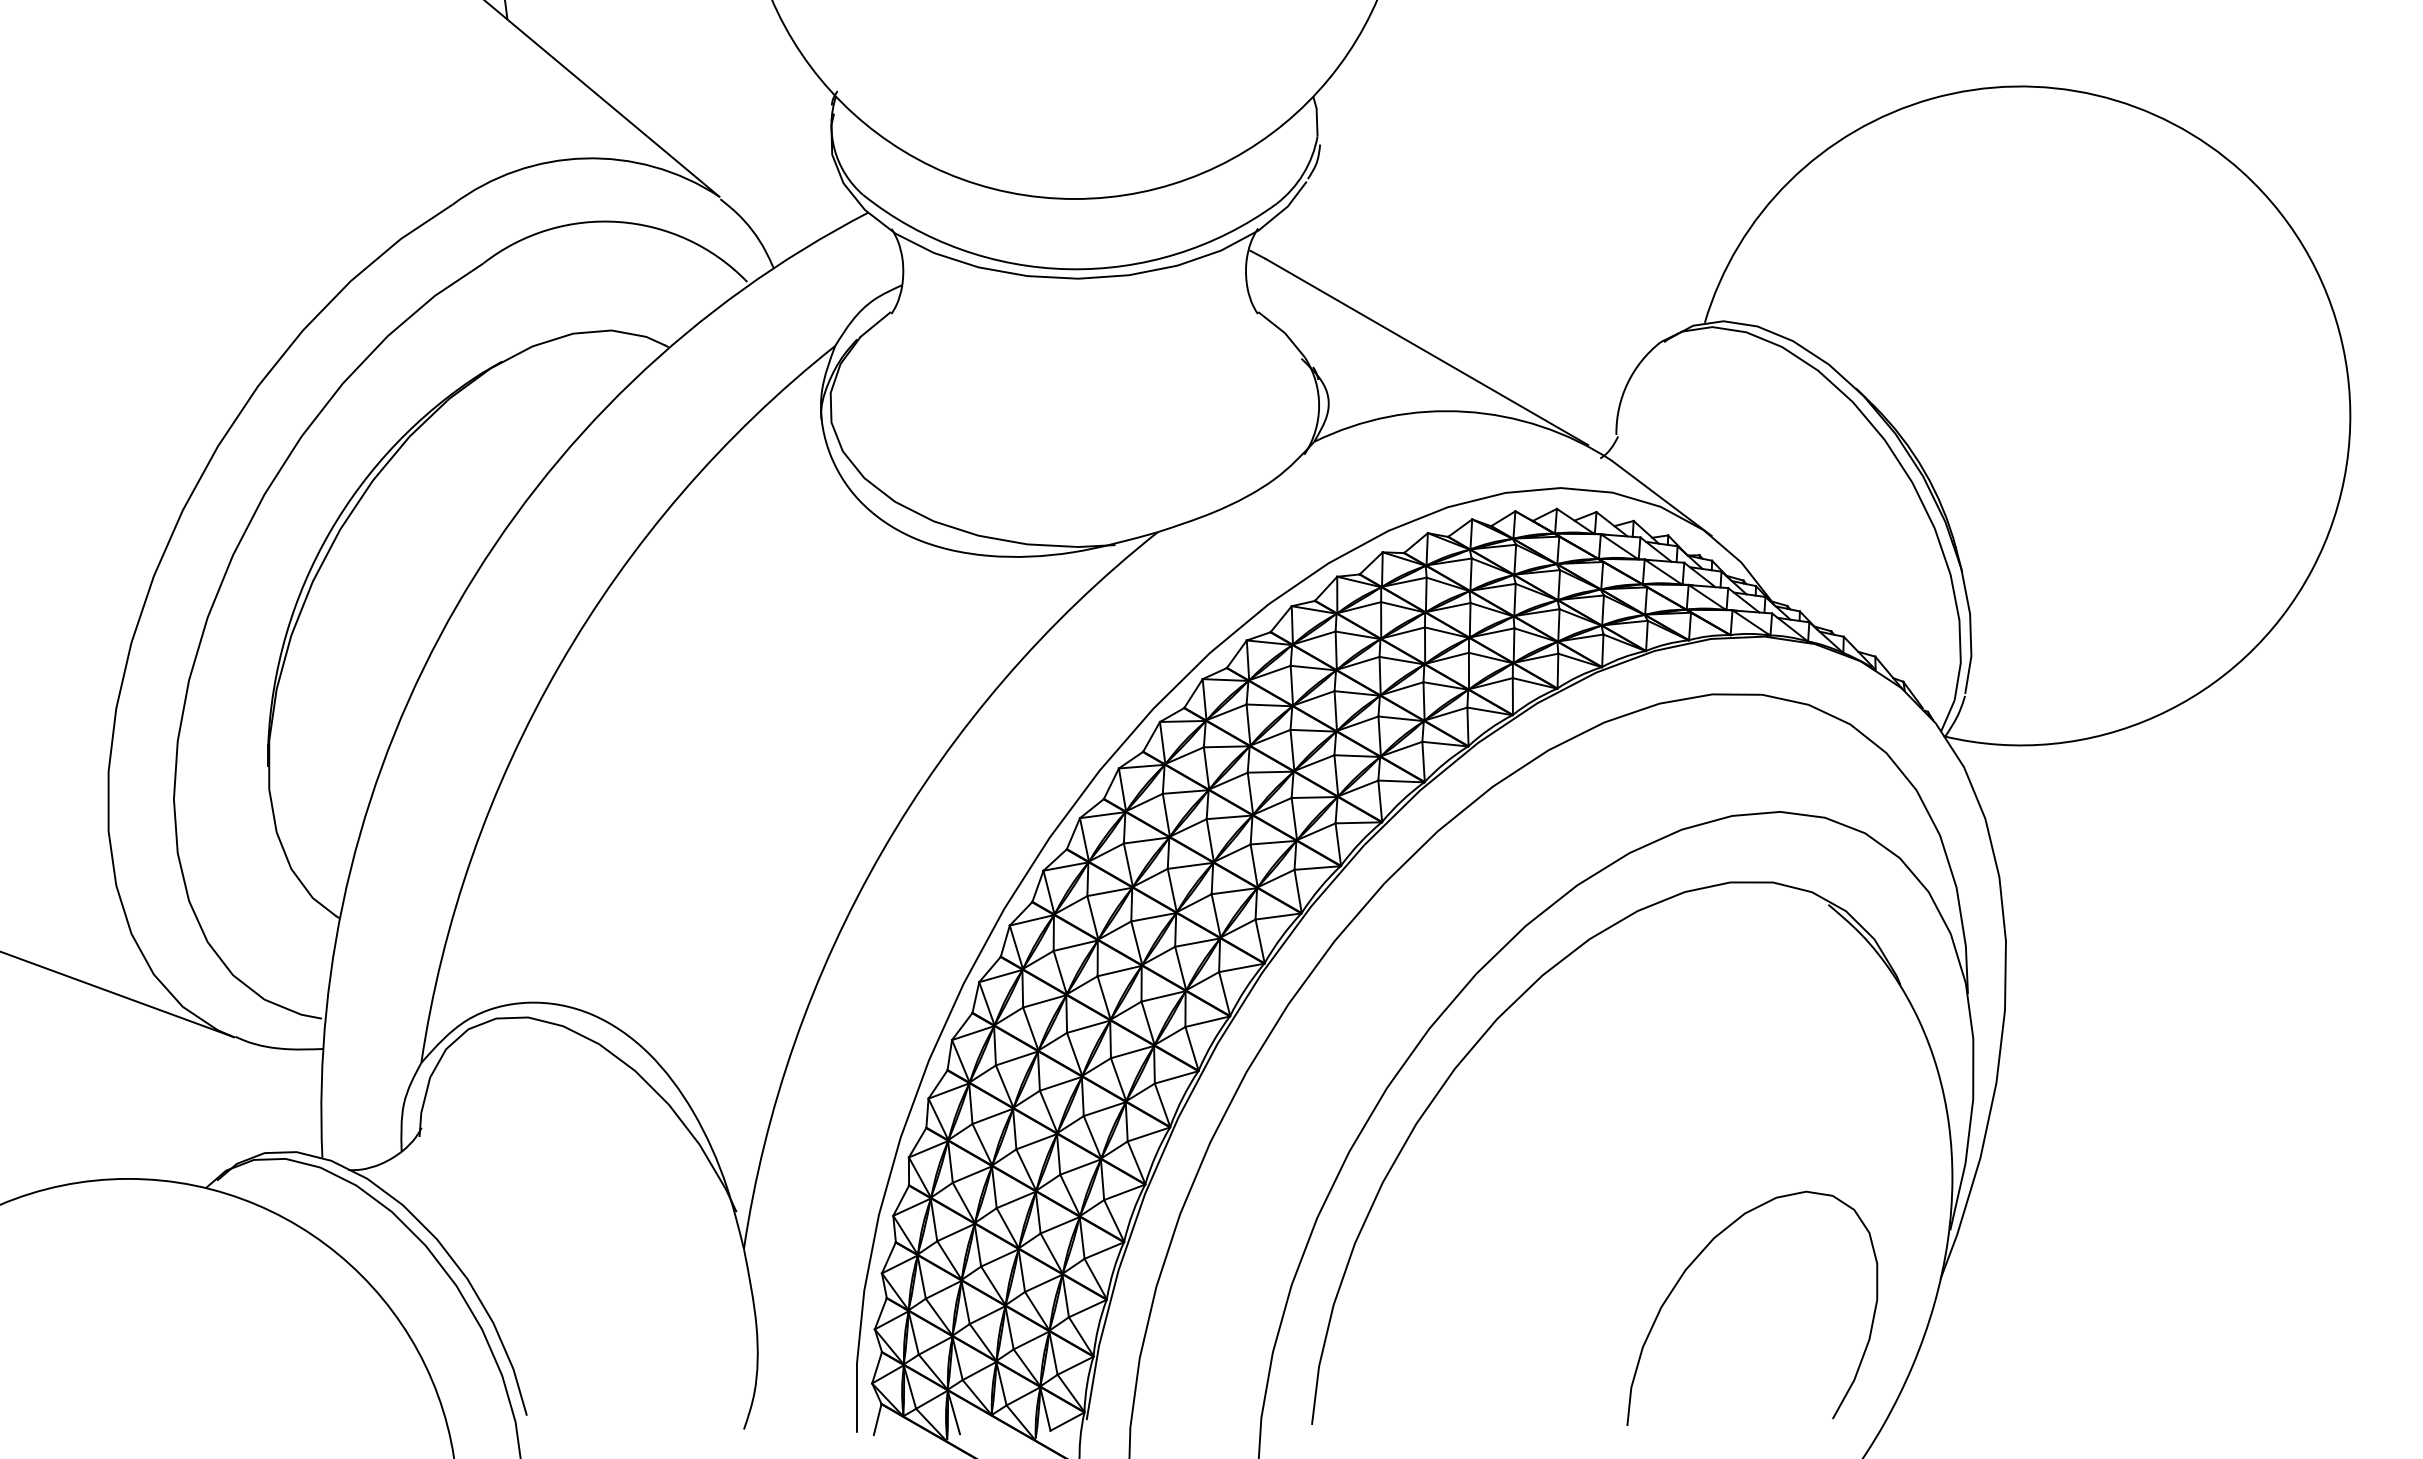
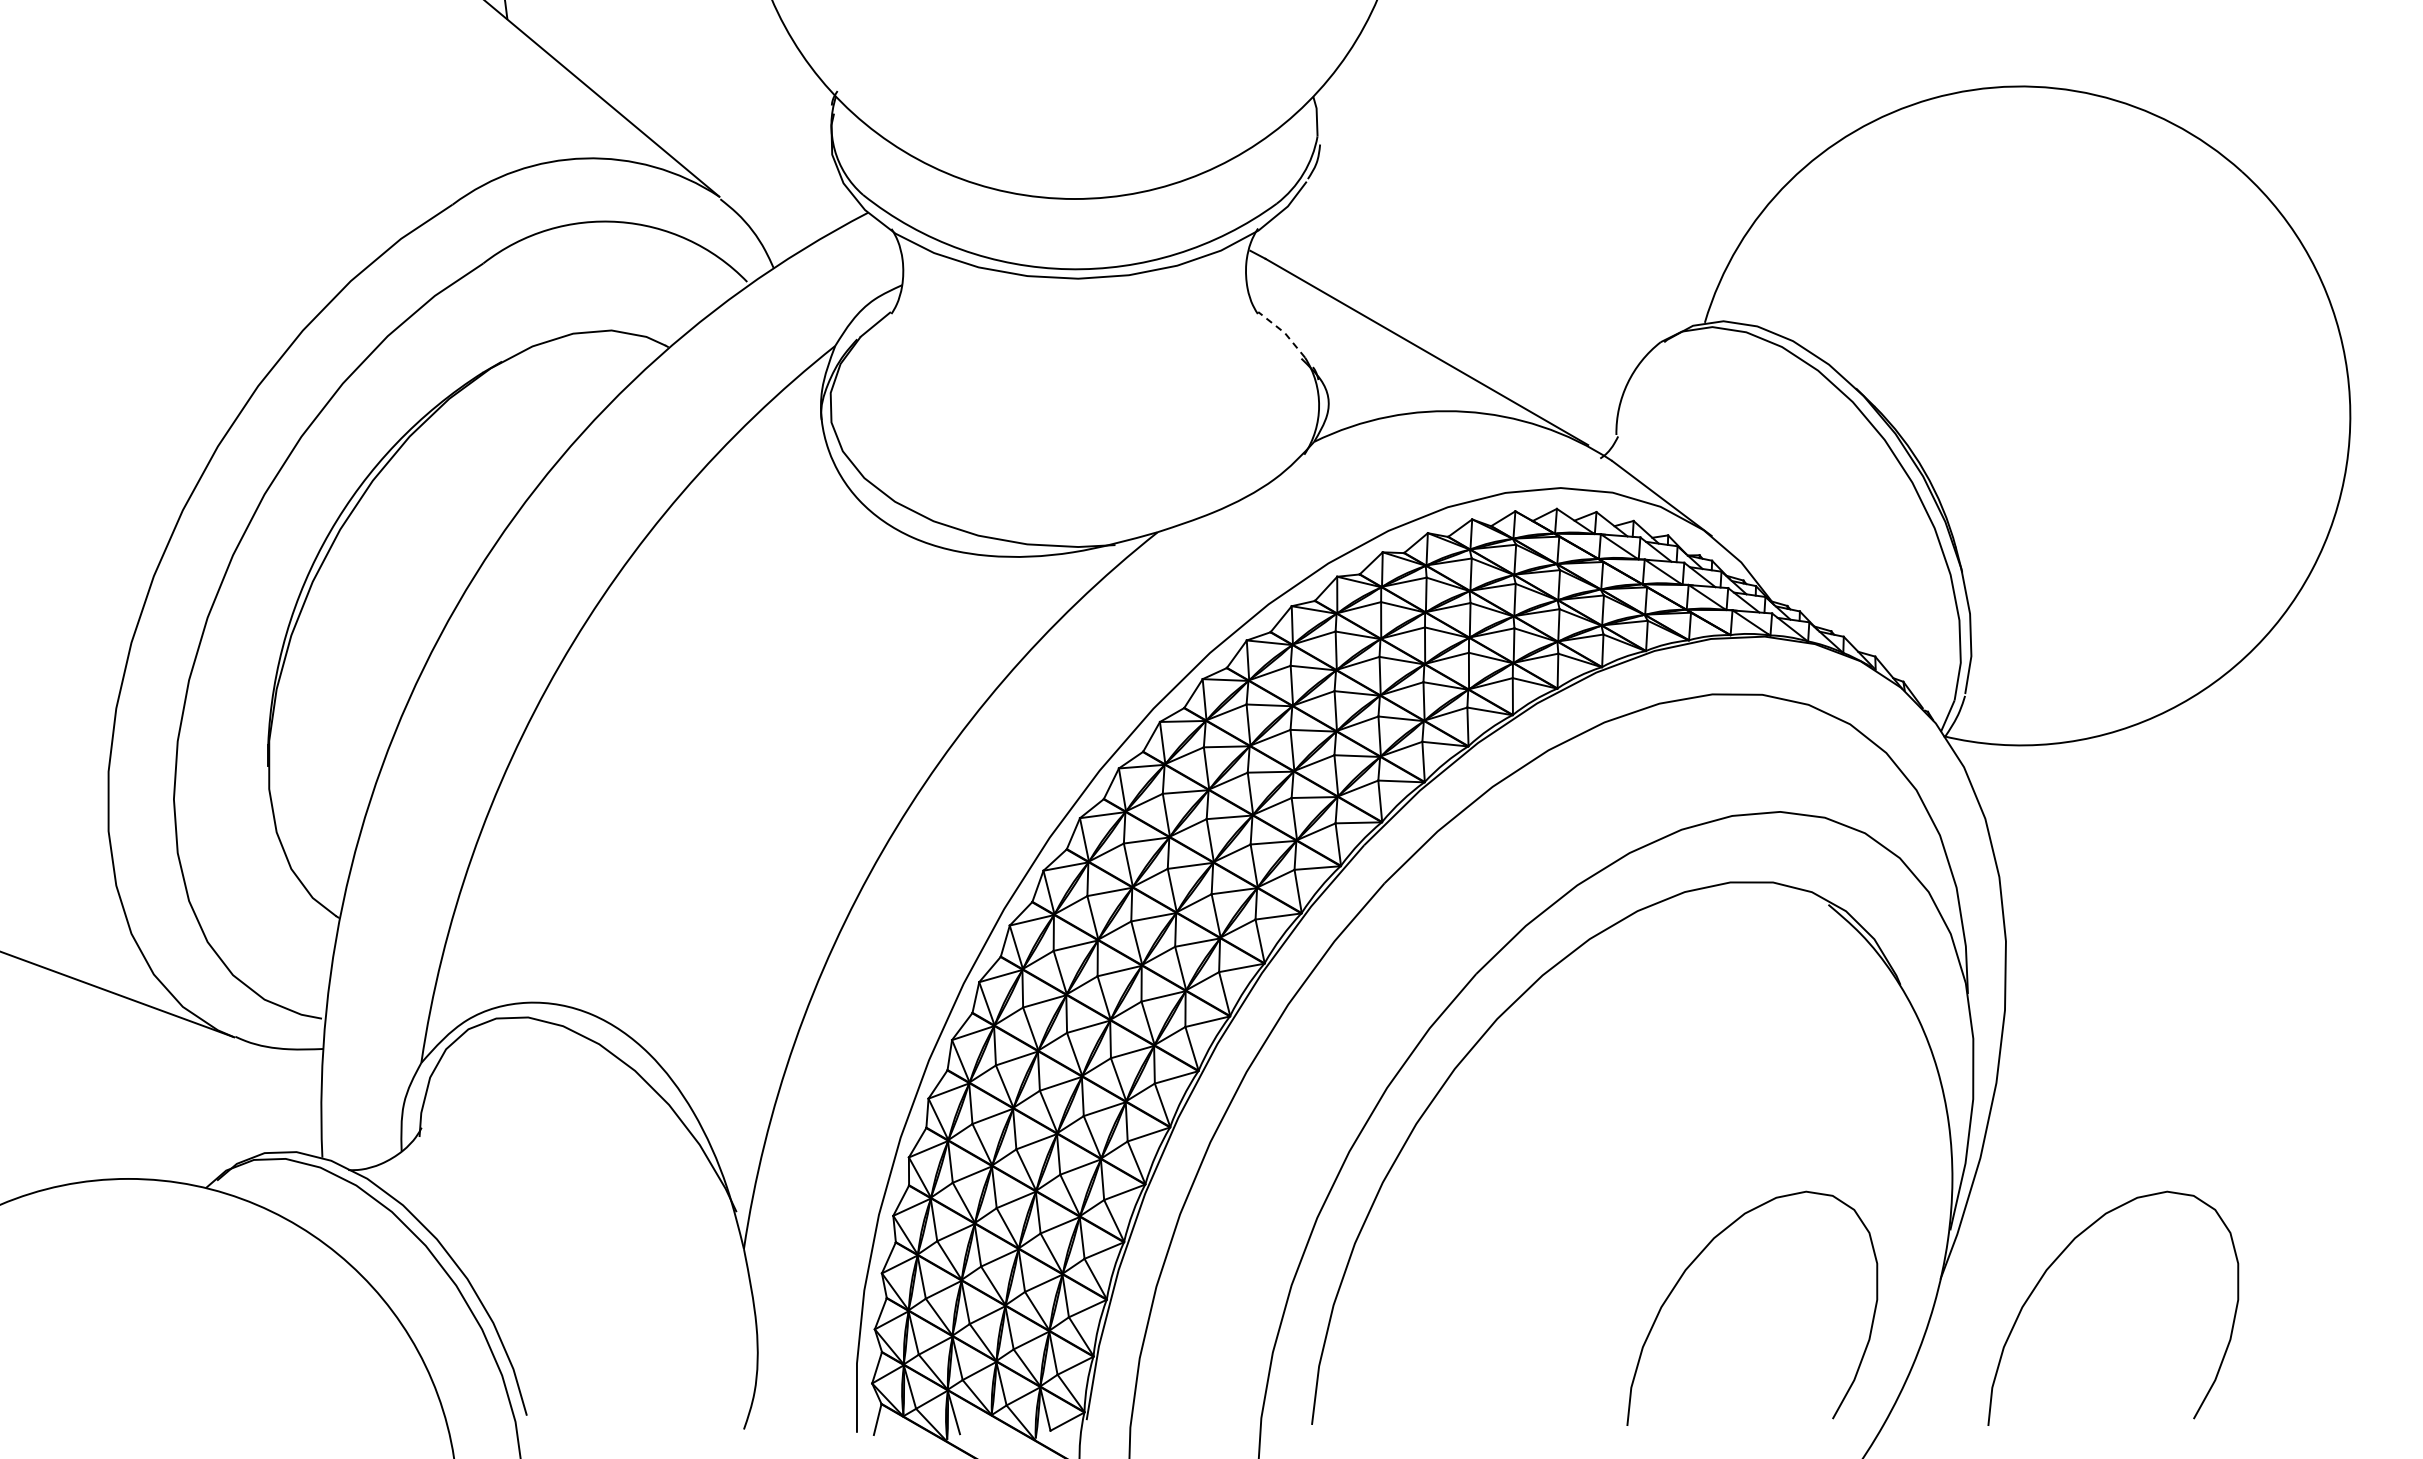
line at (1284, 332): solid -> dashed
curve at (2060, 1256): none -> present
